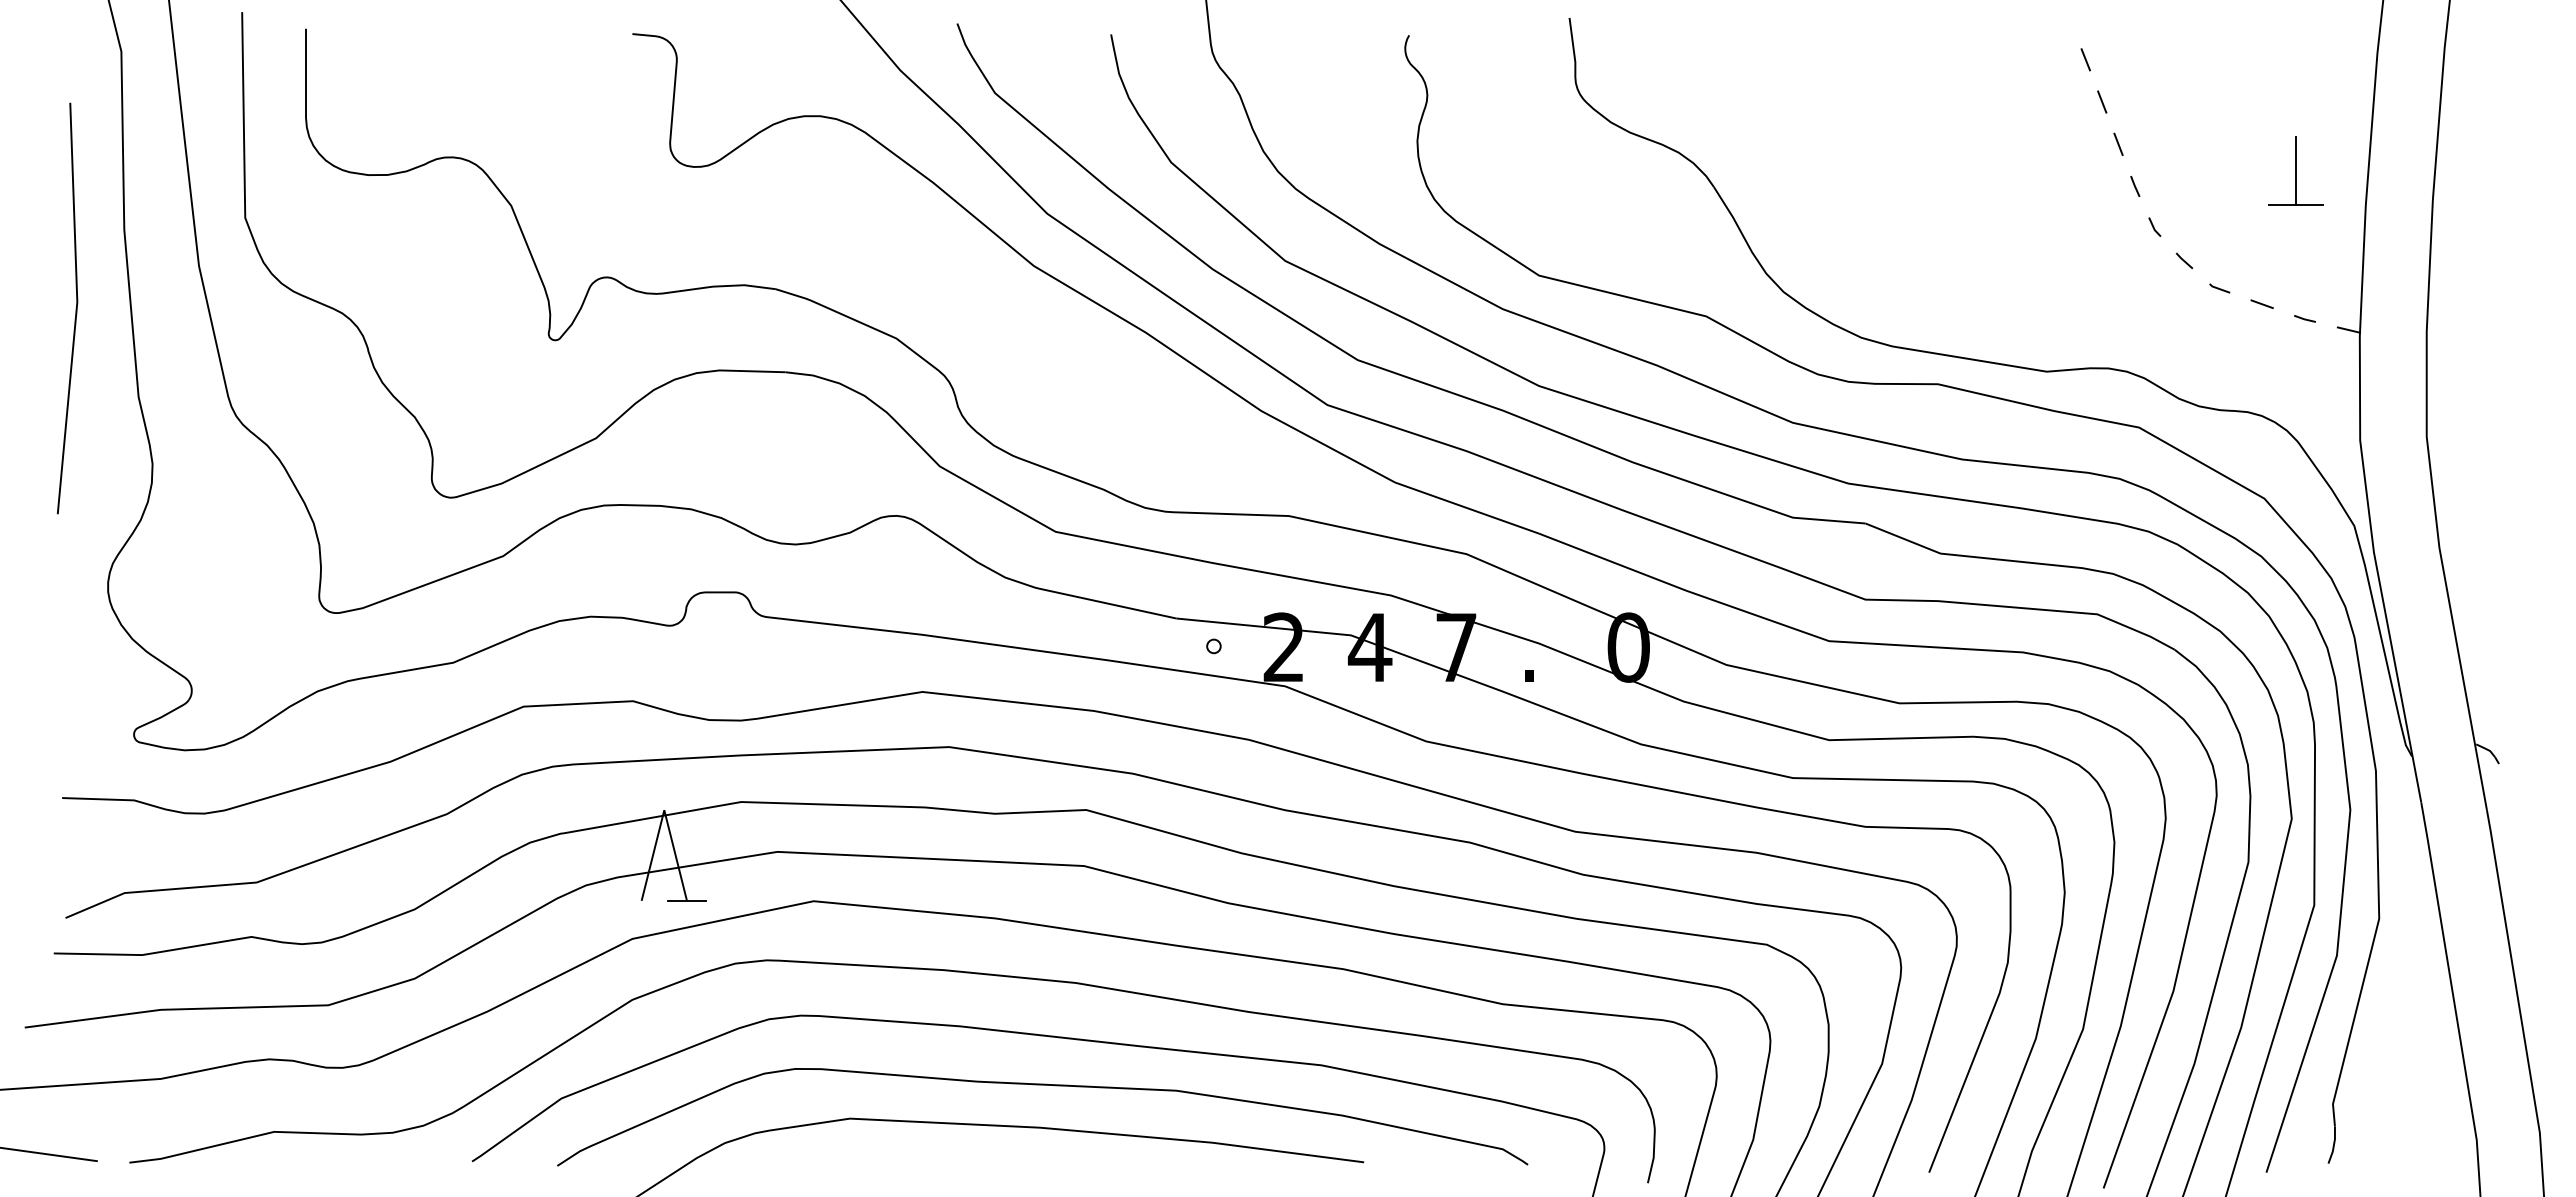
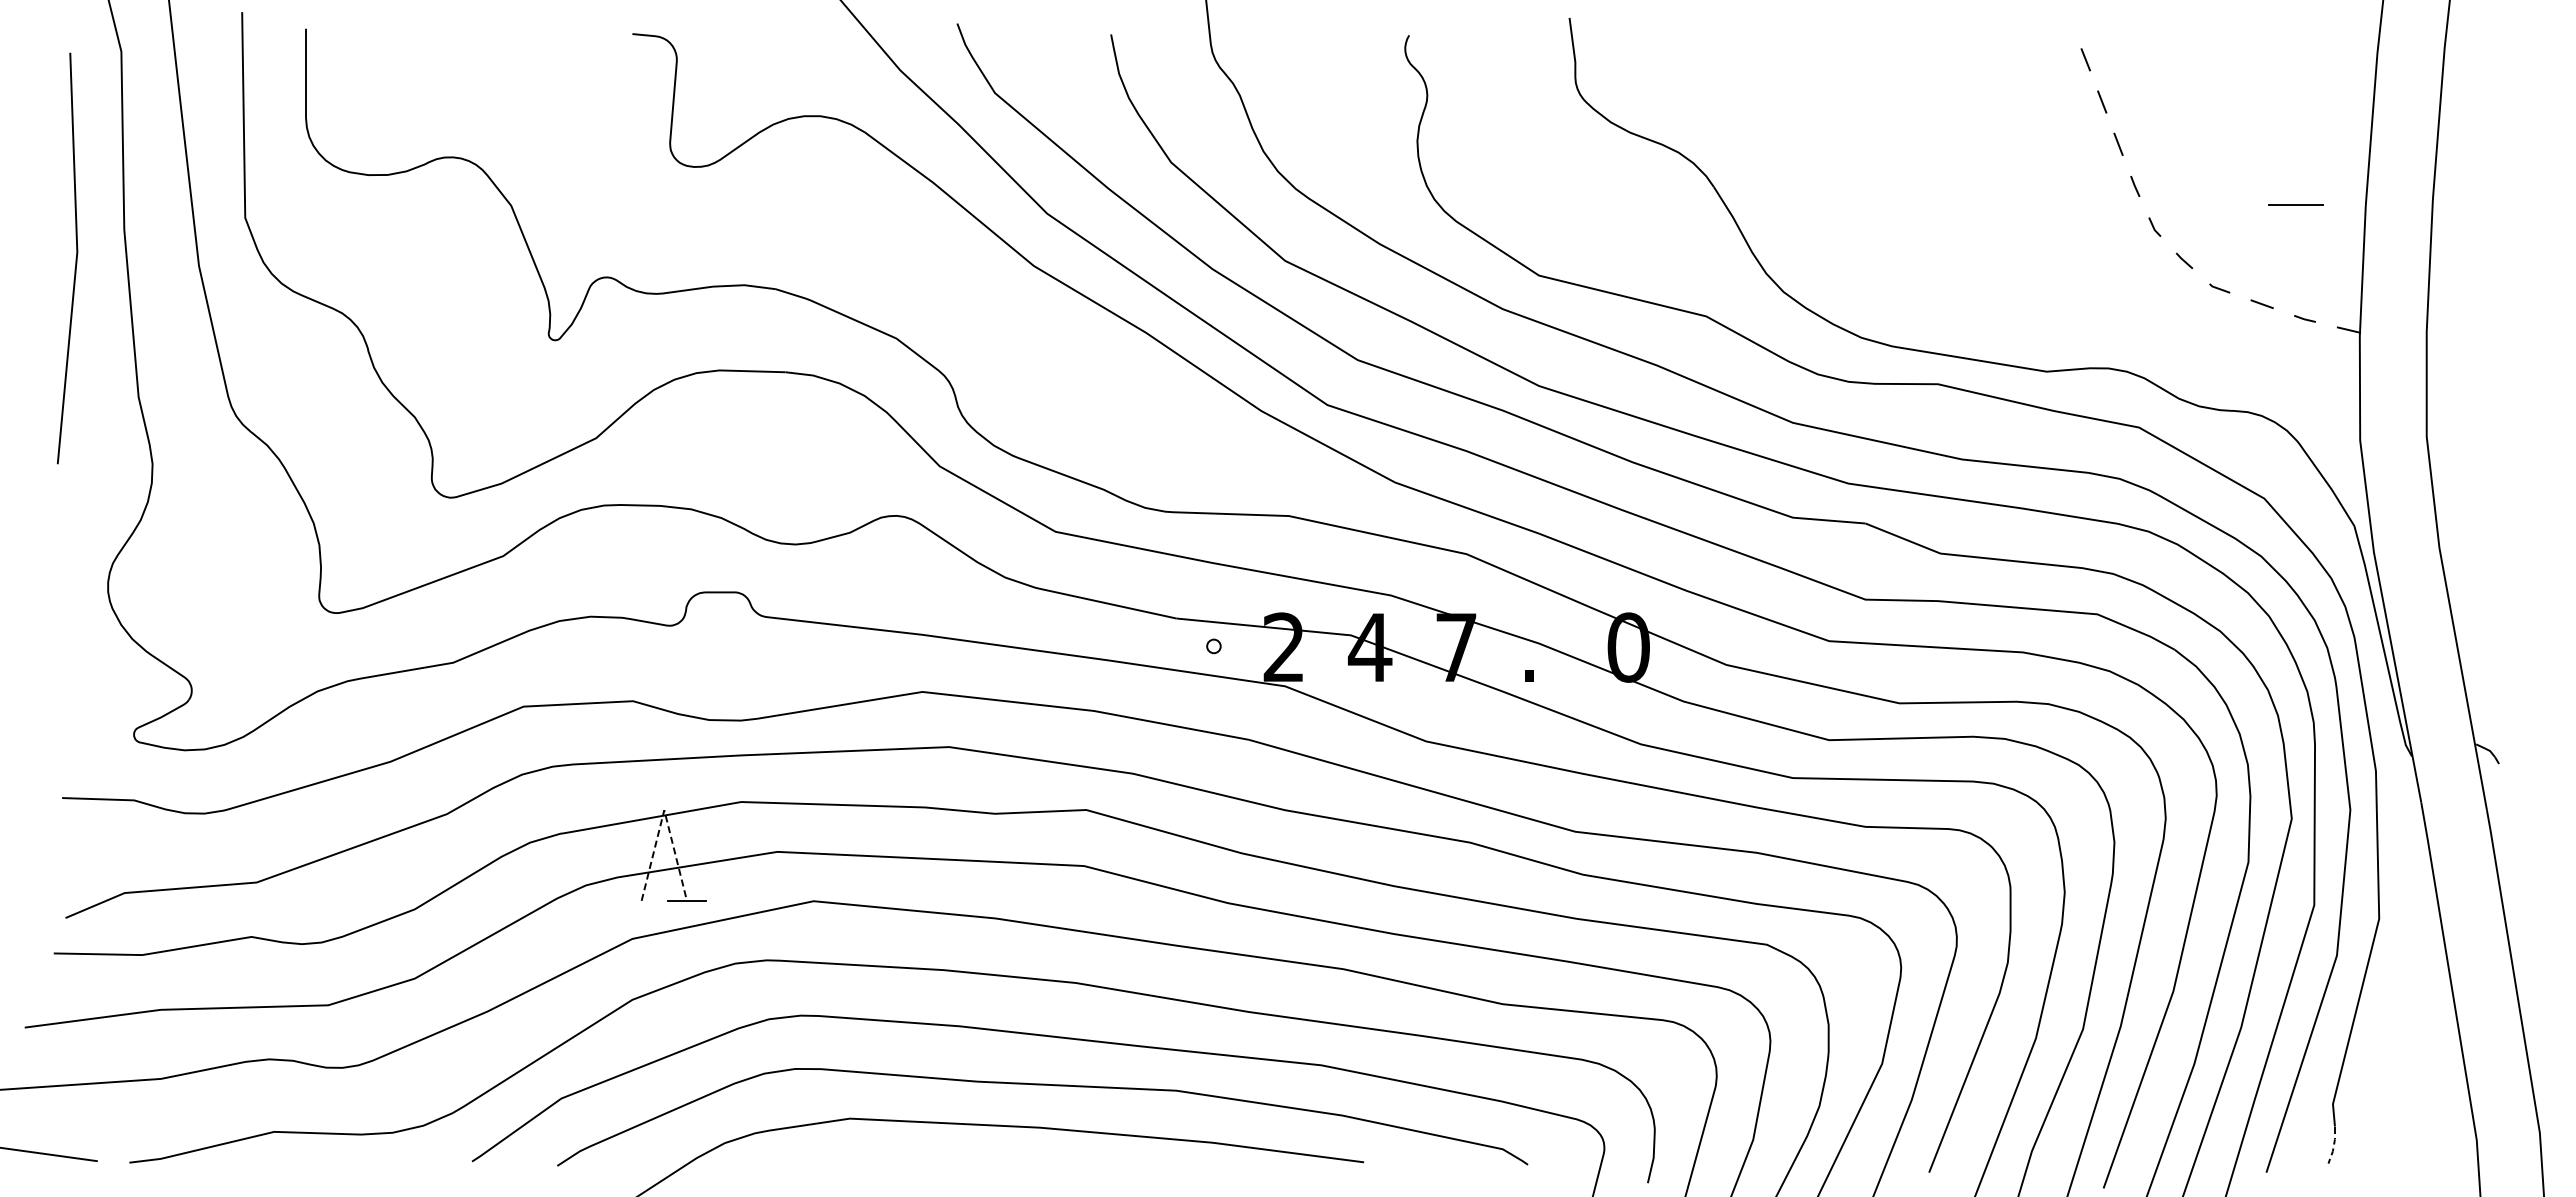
line at (2295, 171): present -> none
line at (75, 308) position: (75, 308) -> (75, 258)
line at (664, 810): solid -> dashed
line at (2333, 1145): solid -> dashed
